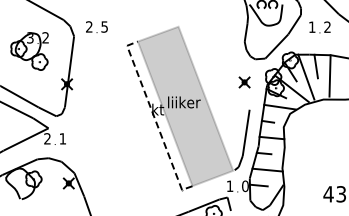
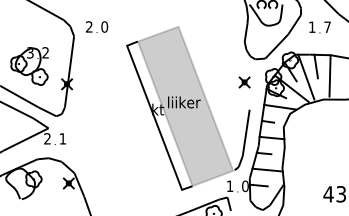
text at (104, 26): 5 -> 0
text at (327, 26): 2 -> 7
part at (29, 51) position: (29, 51) -> (29, 66)
line at (154, 117): dashed -> solid
